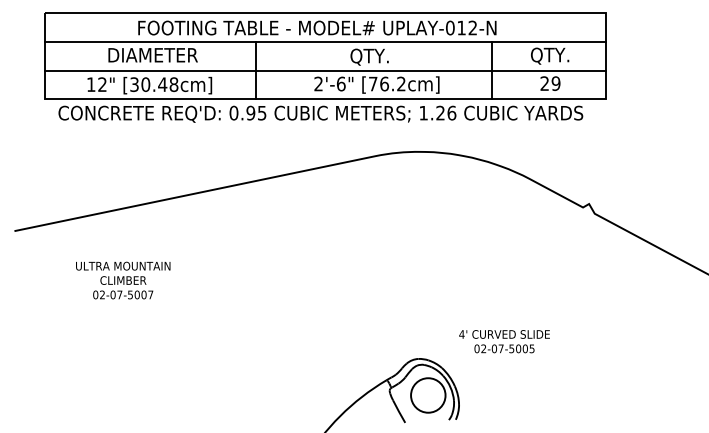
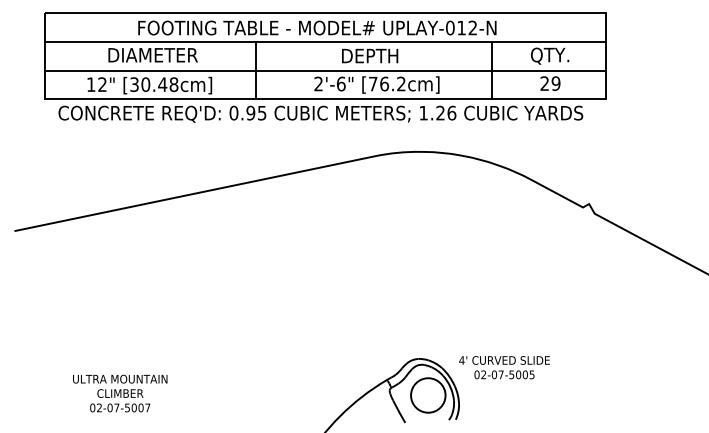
text at (370, 56): QTY. -> DEPTH
text at (123, 280) position: (123, 280) -> (120, 393)
text at (504, 341) position: (504, 341) -> (504, 367)
